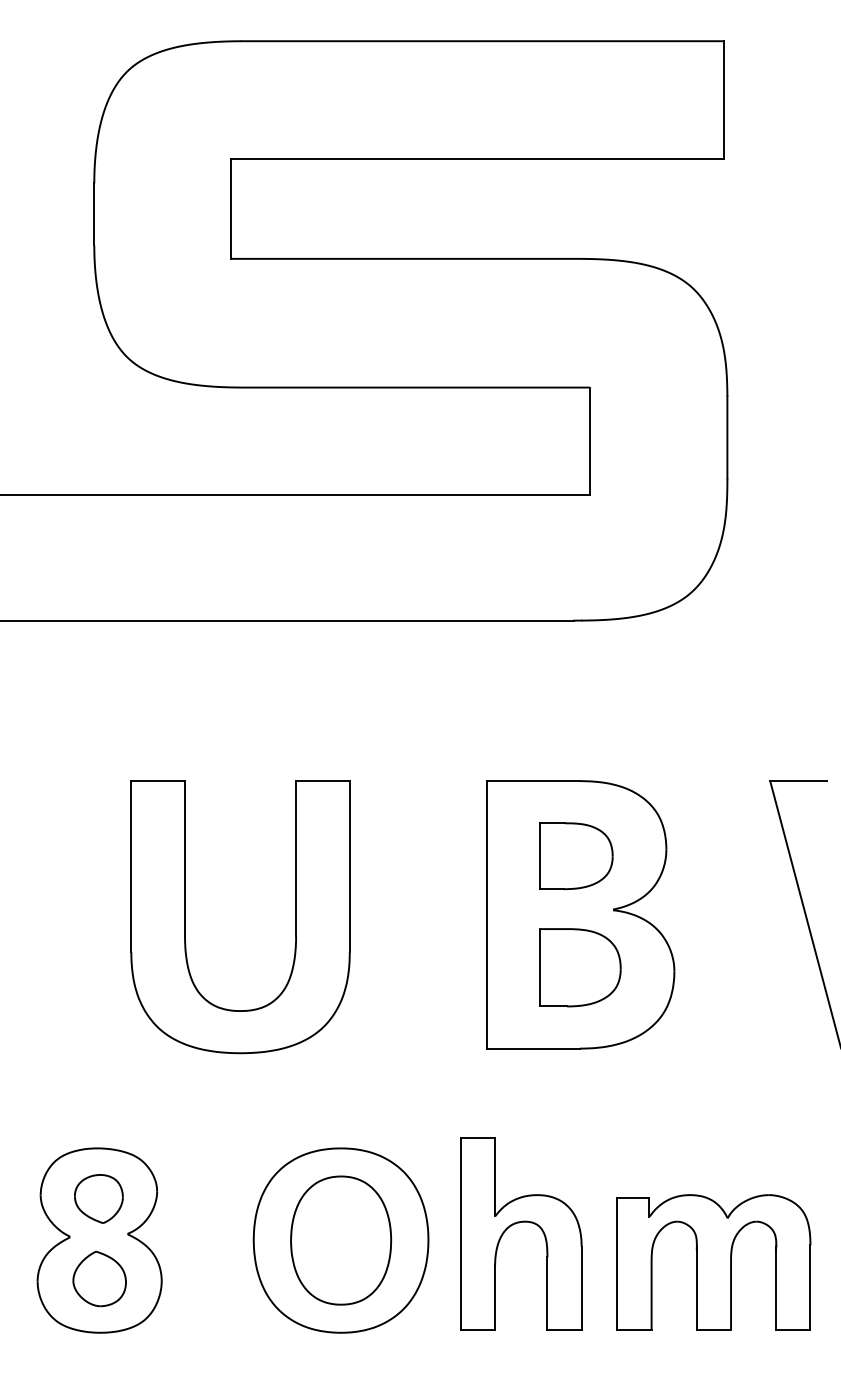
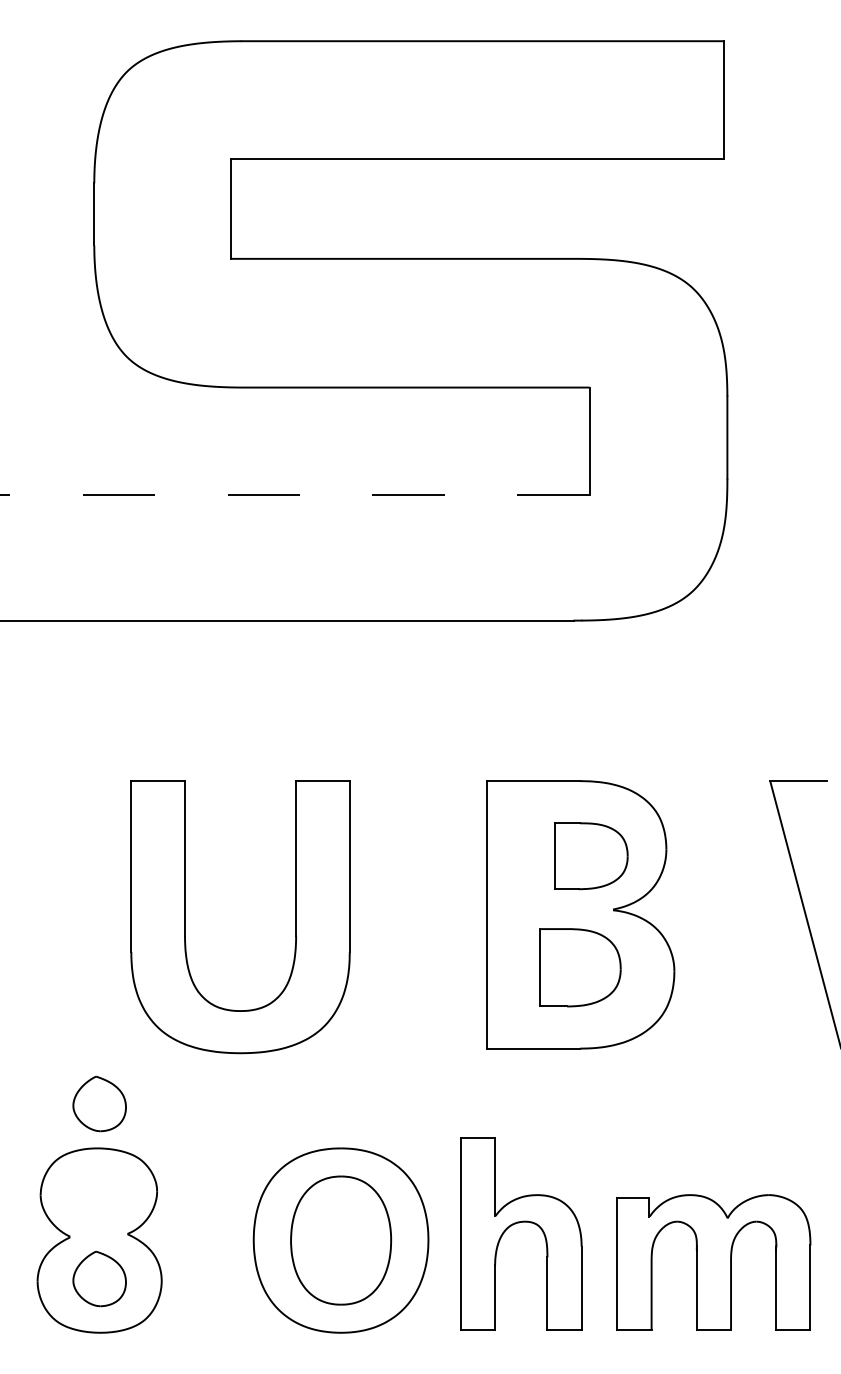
line at (294, 495): solid -> dashed
part at (576, 856) position: (576, 856) -> (591, 856)
part at (99, 1103): none -> present
part at (98, 1198): present -> none
